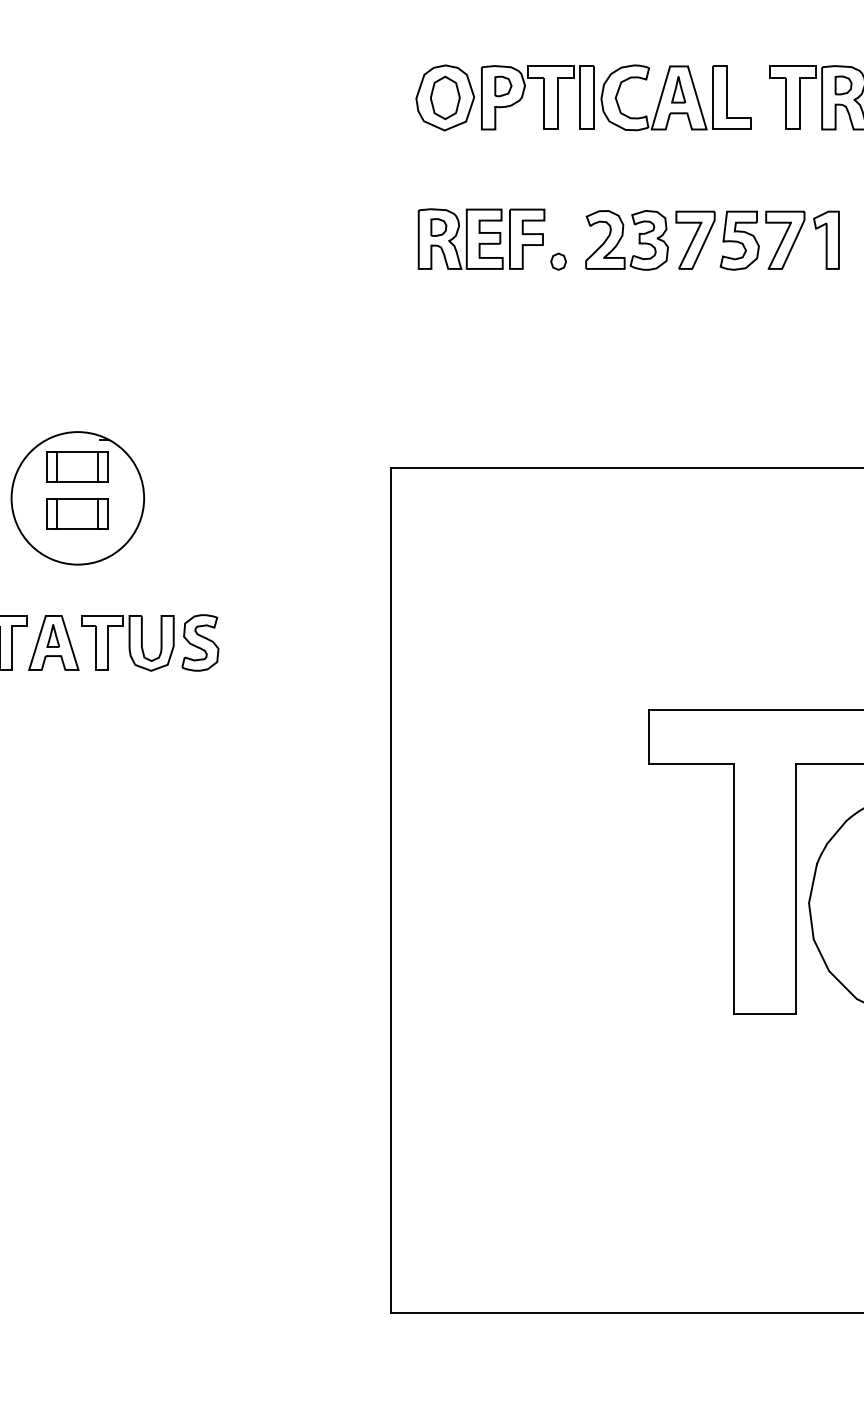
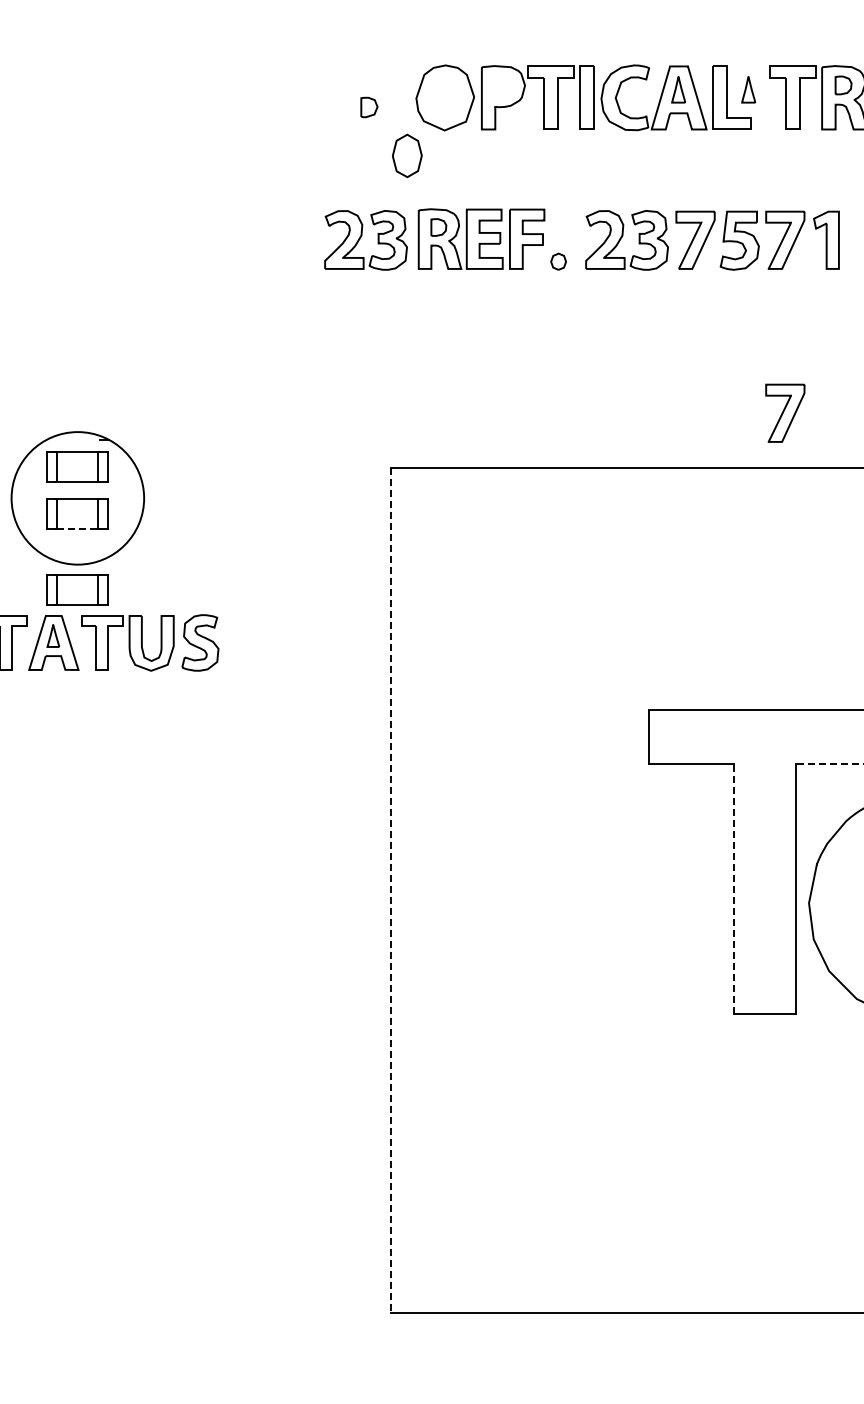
part at (503, 86) position: (503, 86) -> (369, 107)
part at (748, 89): none -> present
part at (445, 97) position: (445, 97) -> (407, 155)
part at (365, 240): none -> present
part at (785, 412): none -> present
line at (77, 529): solid -> dashed
part at (77, 589): none -> present
line at (829, 764): solid -> dashed
line at (734, 888): solid -> dashed
line at (391, 890): solid -> dashed
